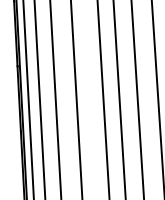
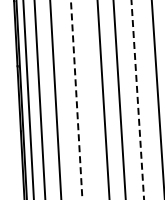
line at (76, 99): solid -> dashed
line at (137, 99): solid -> dashed
